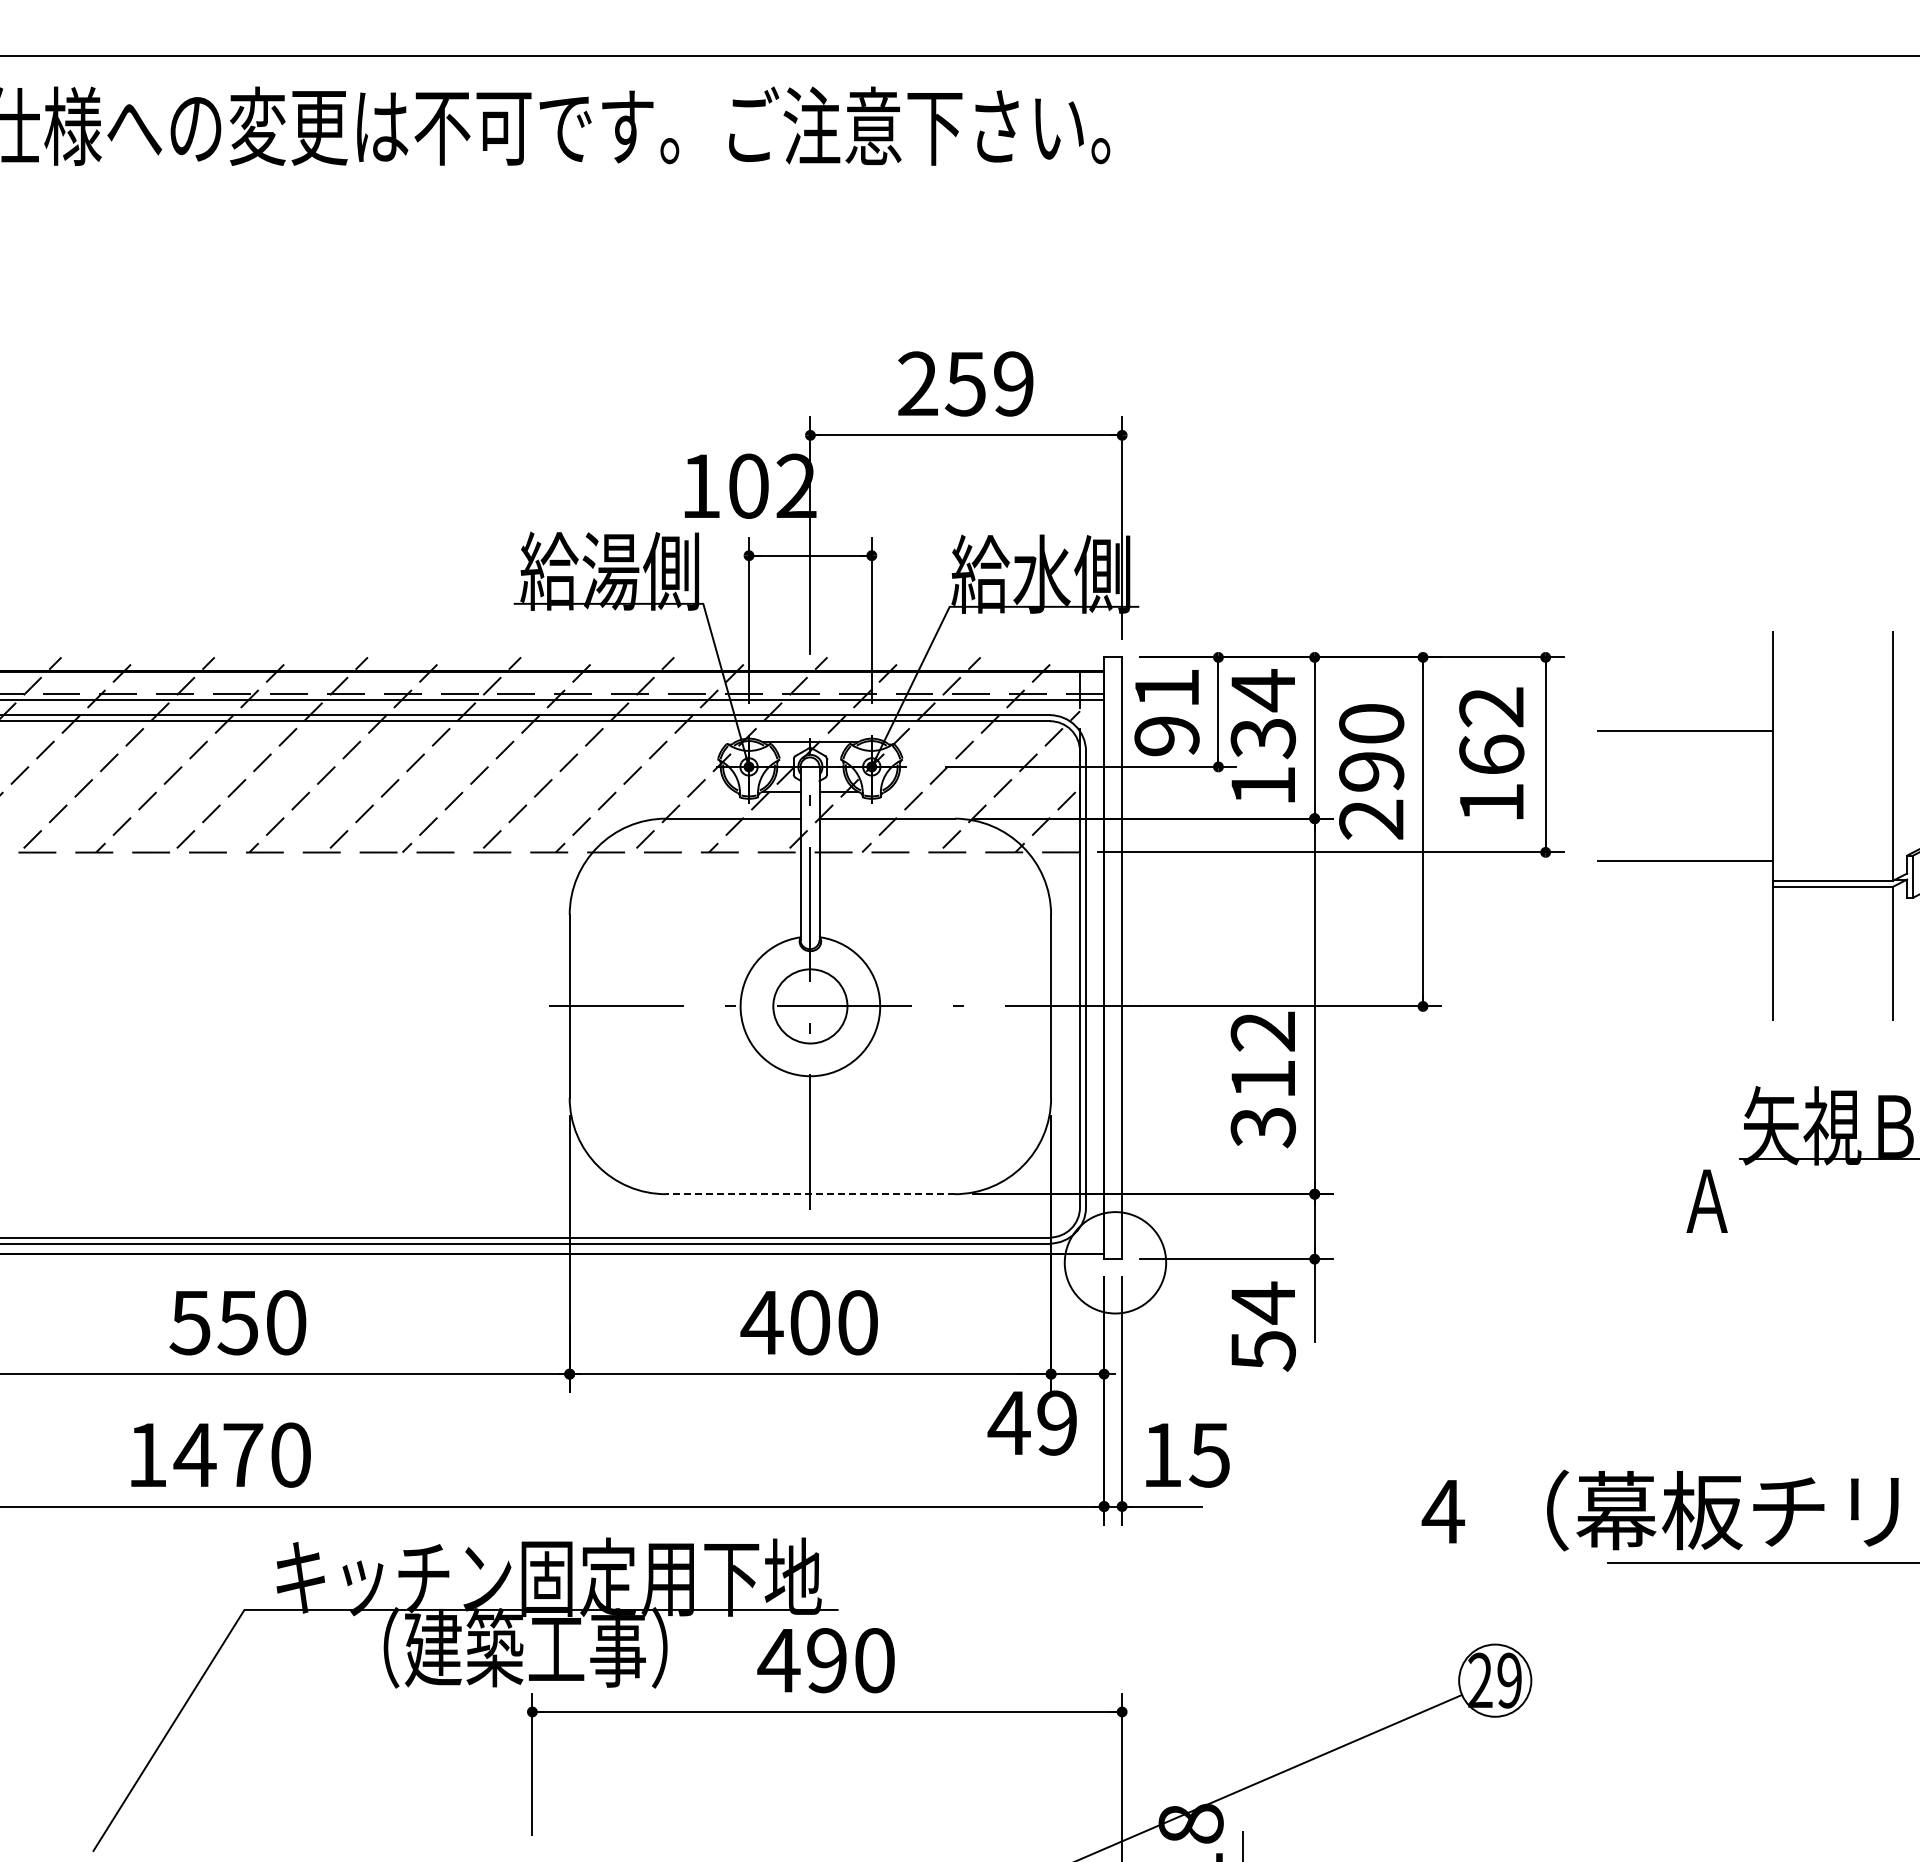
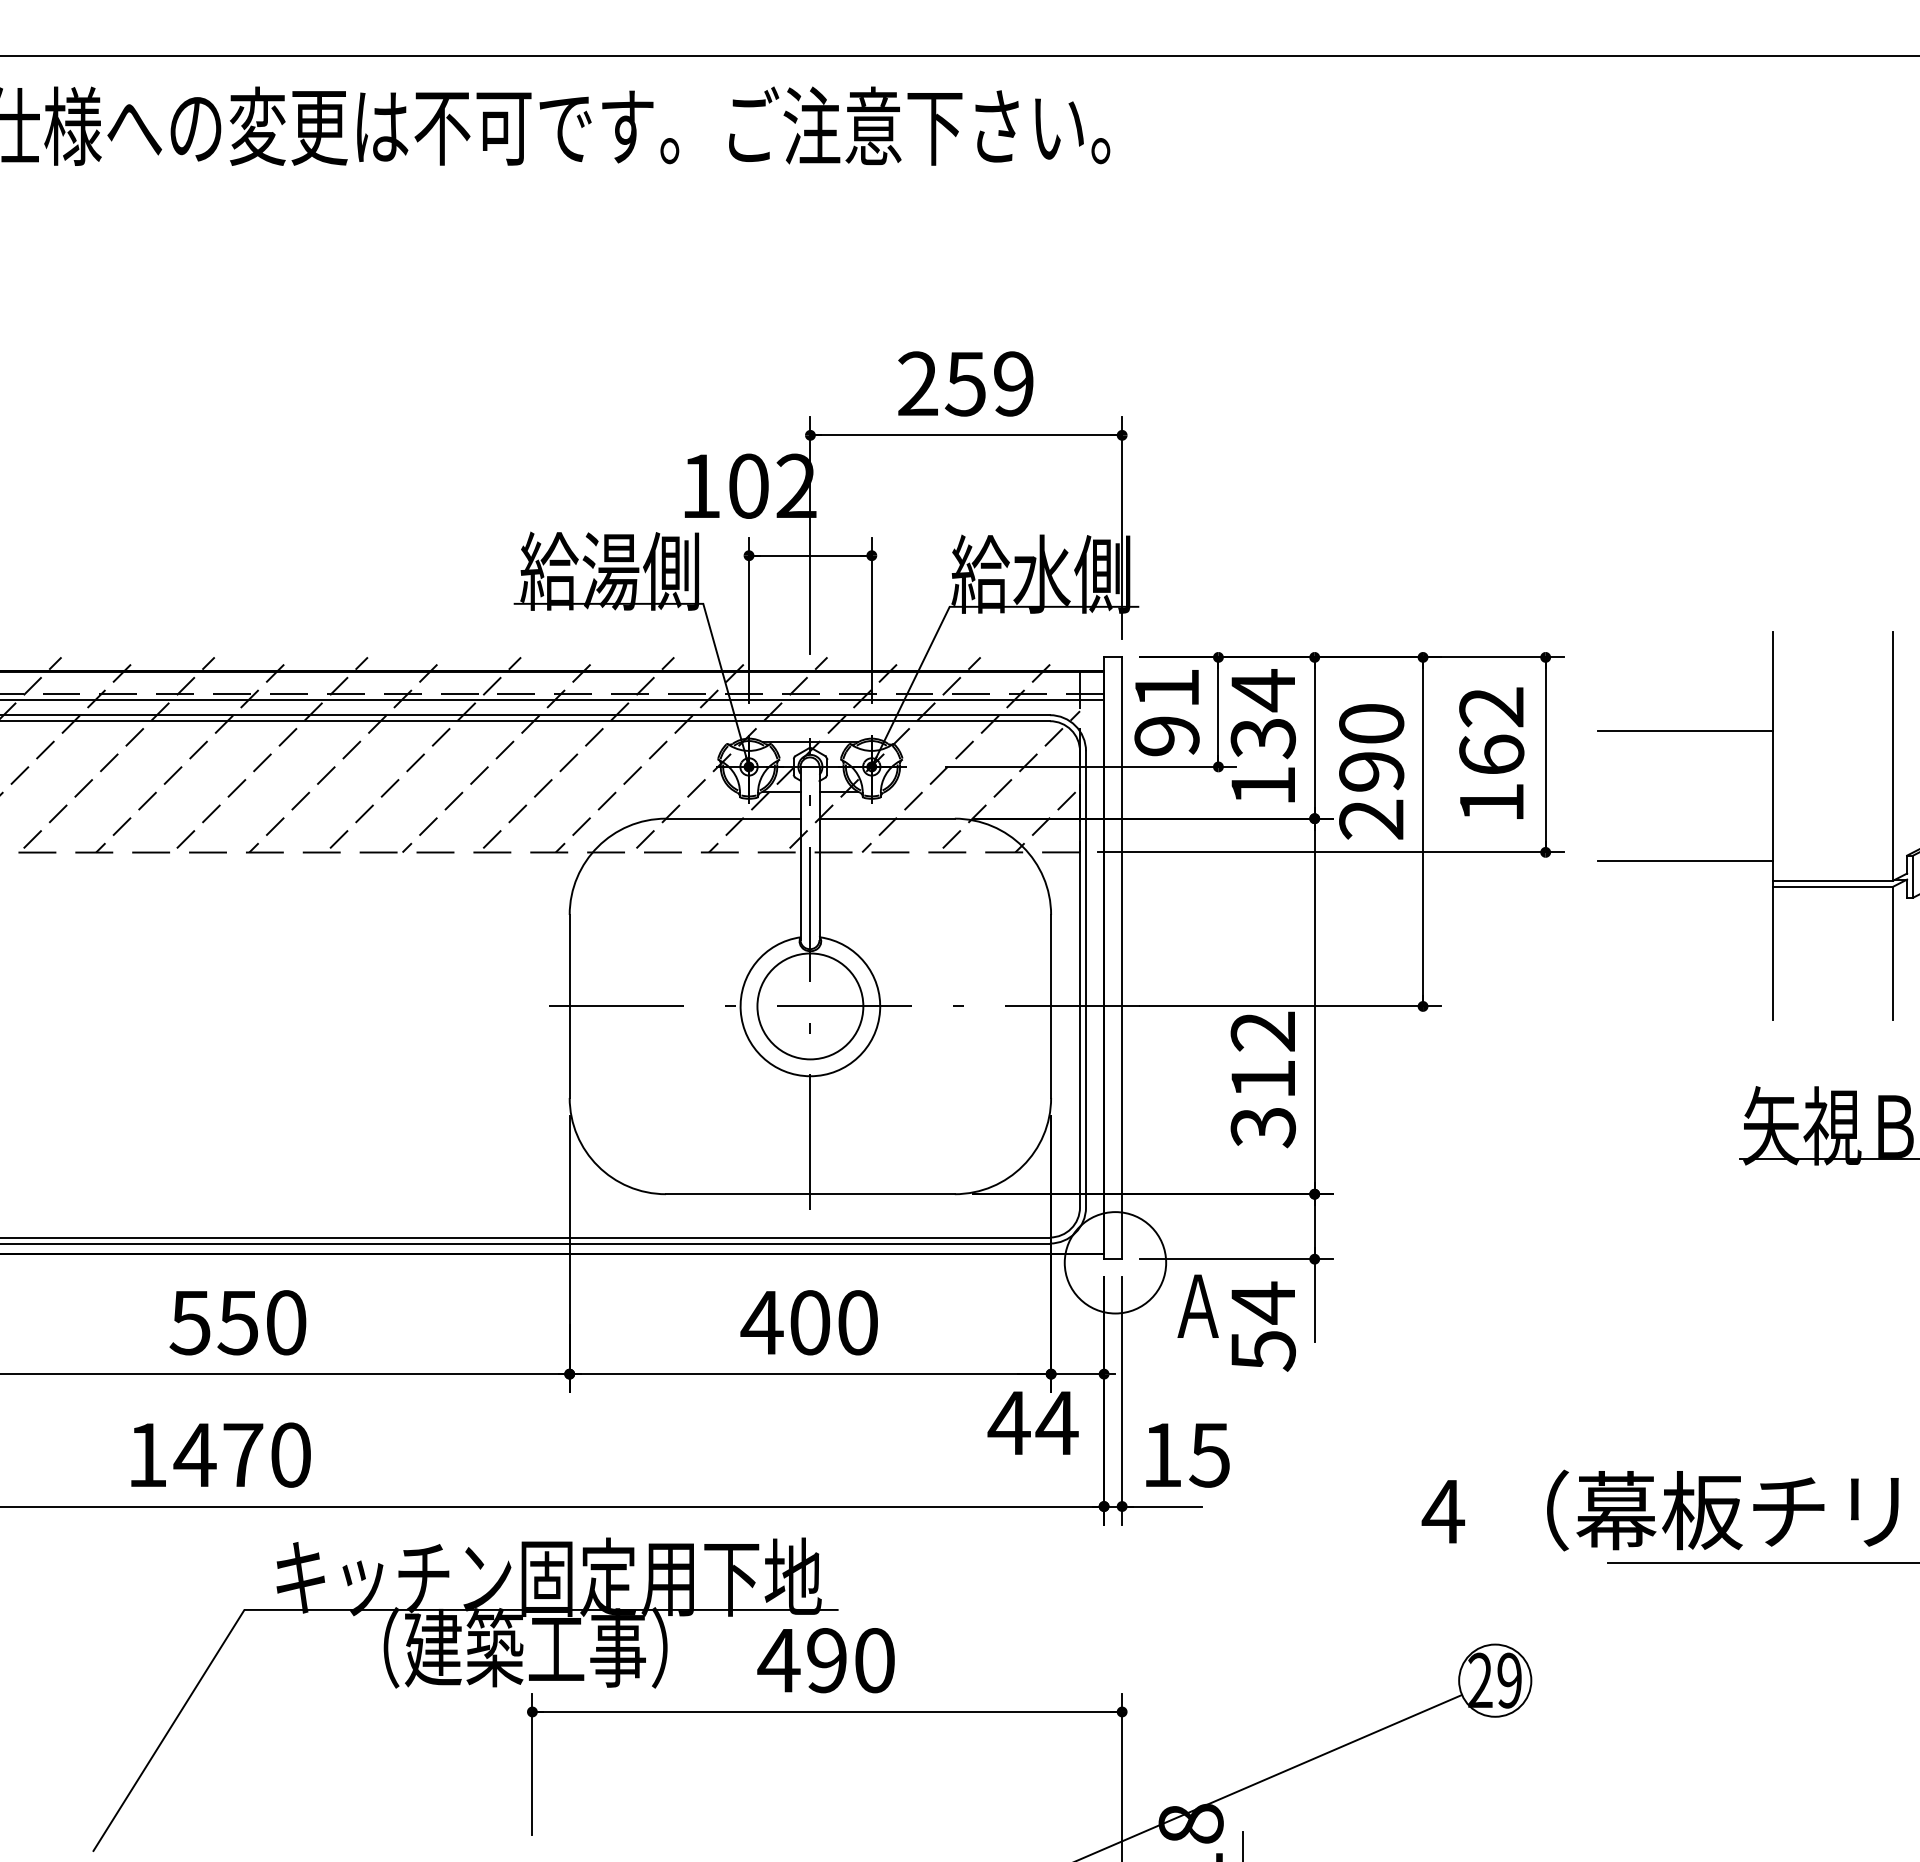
circle at (810, 1006) diameter: 74 px -> 106 px
line at (809, 1194): dashed -> solid
text at (1706, 1200) position: (1706, 1200) -> (1197, 1305)
text at (1056, 1422): 49 -> 44
